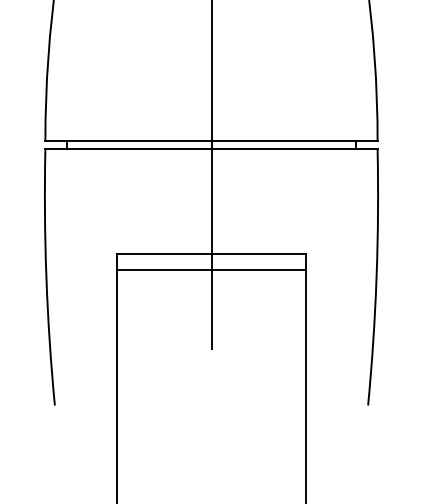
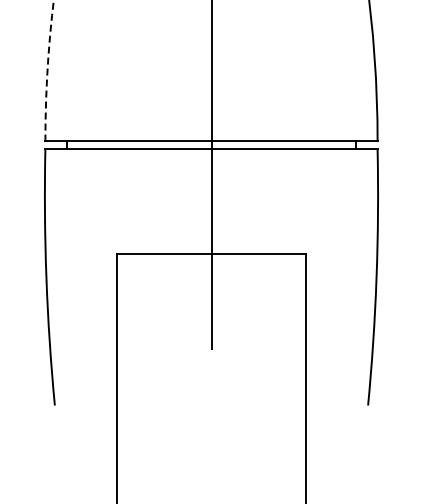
arc at (47, 71): solid -> dashed
line at (211, 270): present -> none
